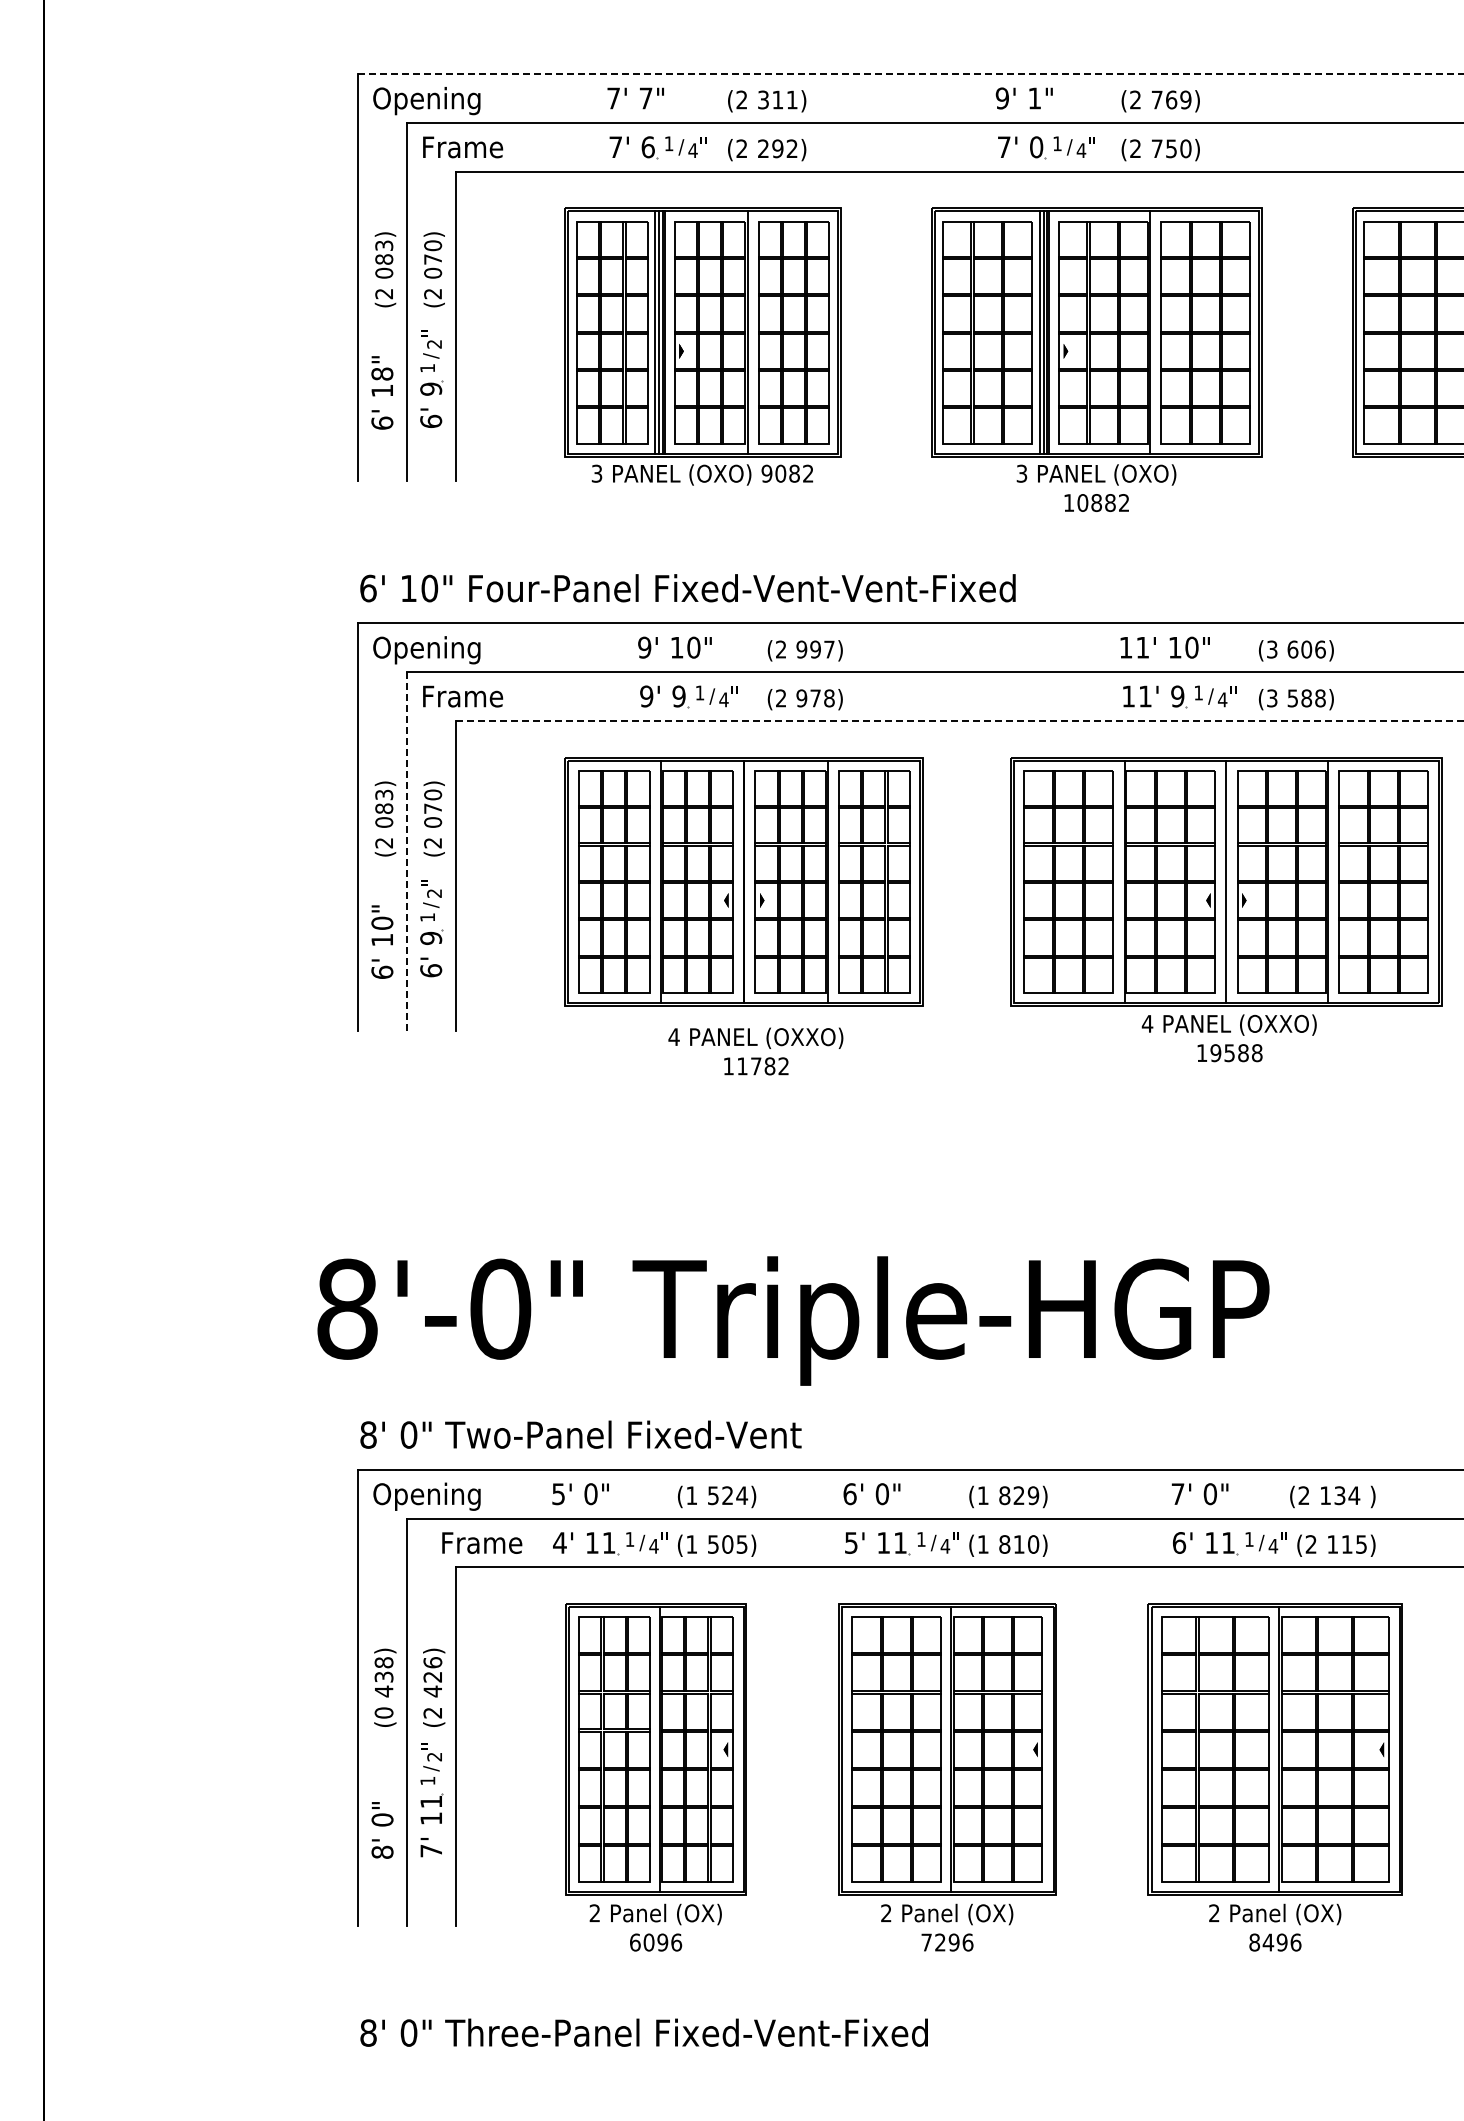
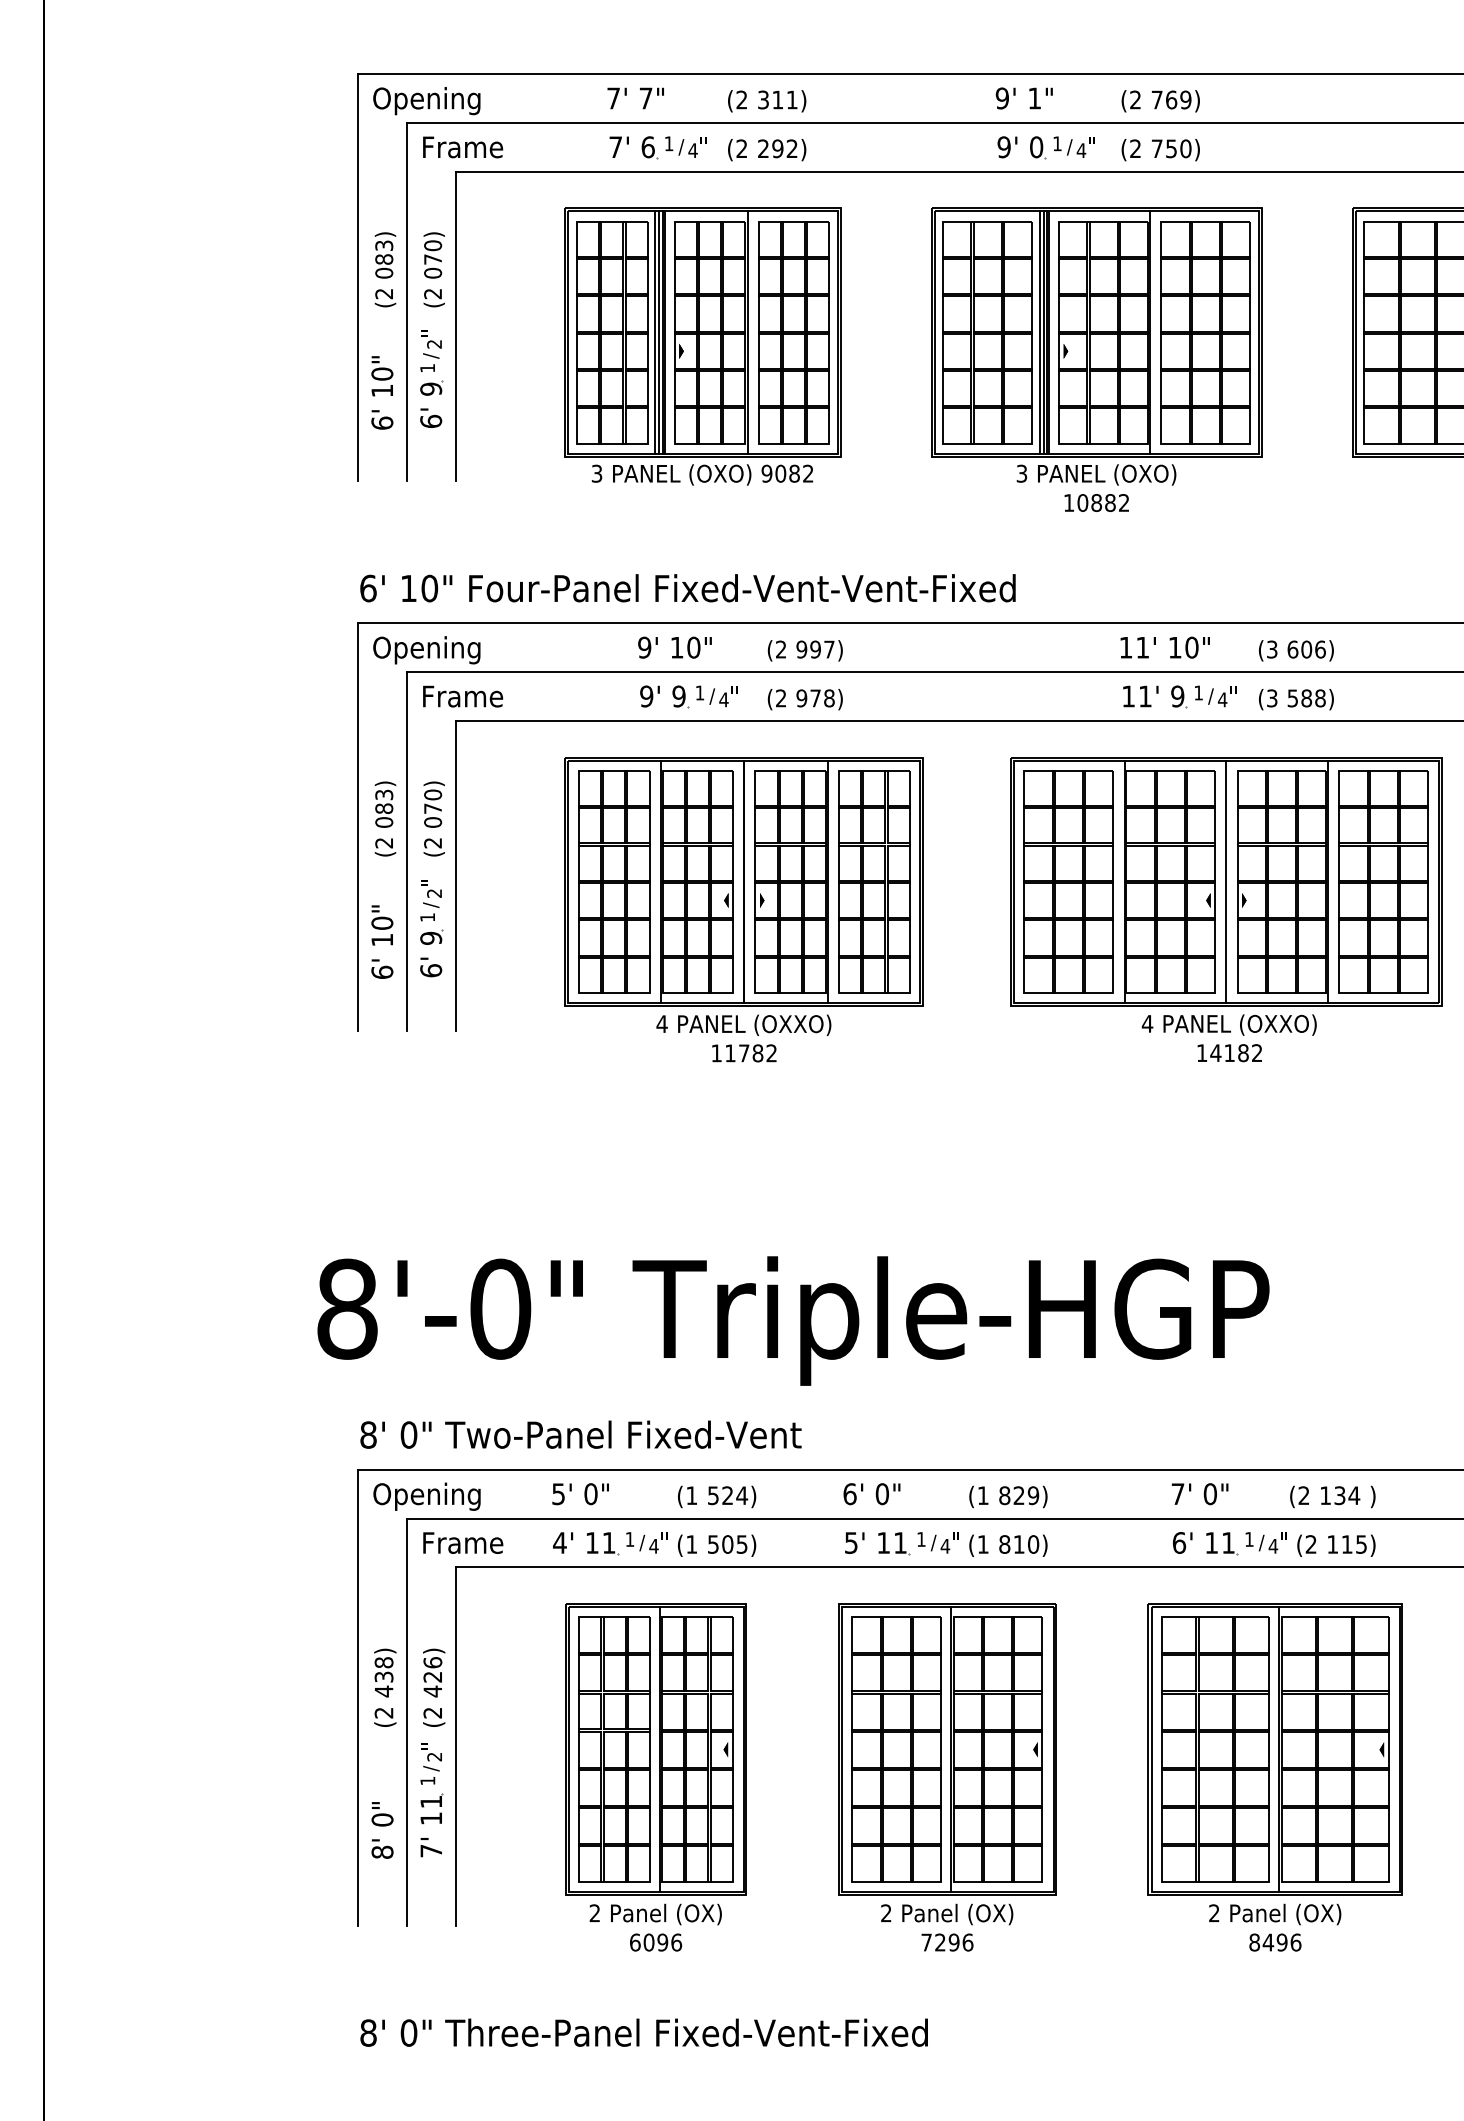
line at (910, 74): dashed -> solid
text at (1003, 147): 7' -> 9'
text at (382, 373): 18" -> 10"
line at (959, 720): dashed -> solid
line at (406, 850): dashed -> solid
text at (755, 1051) position: (755, 1051) -> (743, 1038)
text at (1236, 1053): 19588 -> 14182
text at (482, 1542) position: (482, 1542) -> (463, 1542)
text at (383, 1712): (0 -> (2
